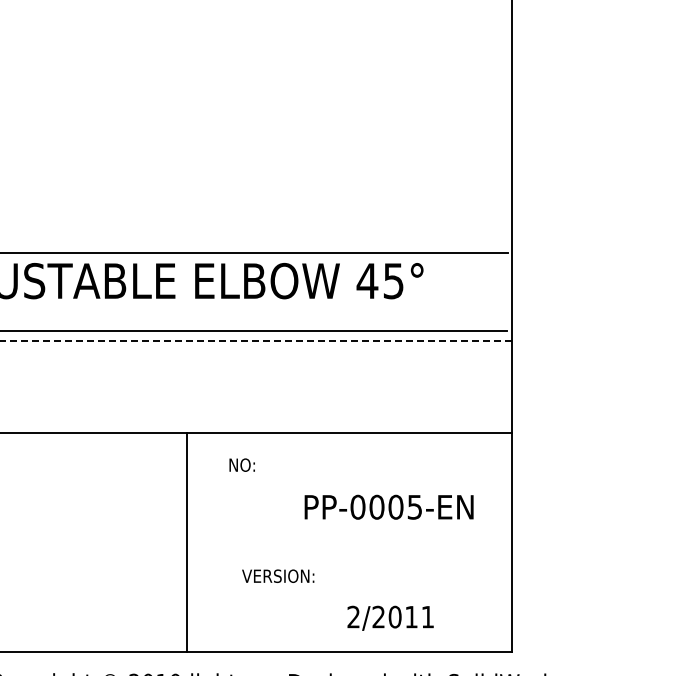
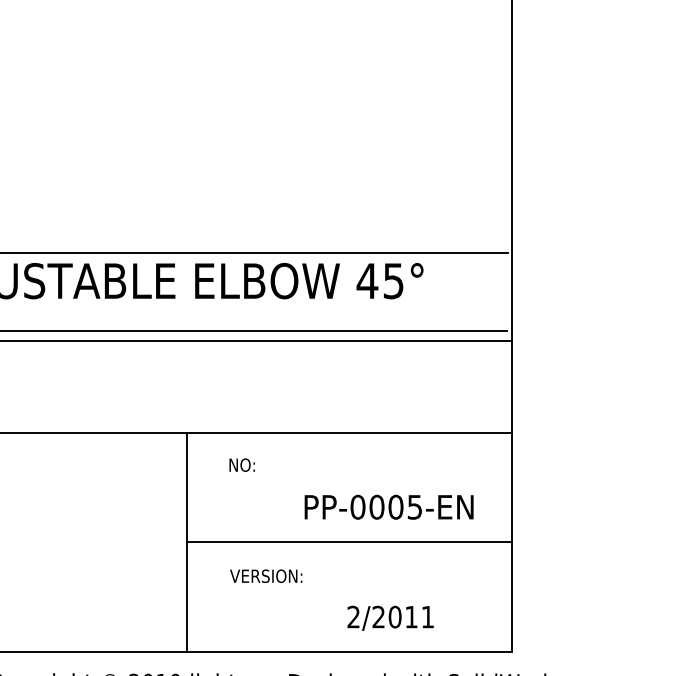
line at (256, 340): dashed -> solid
line at (349, 542): none -> present
text at (278, 575) position: (278, 575) -> (266, 575)
